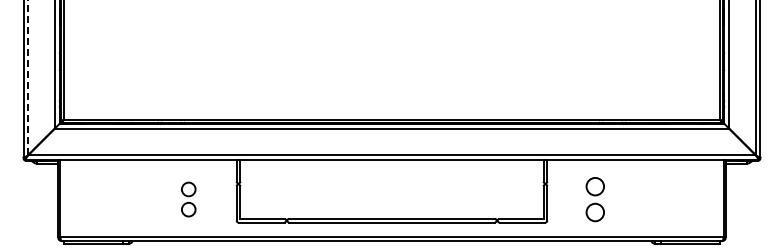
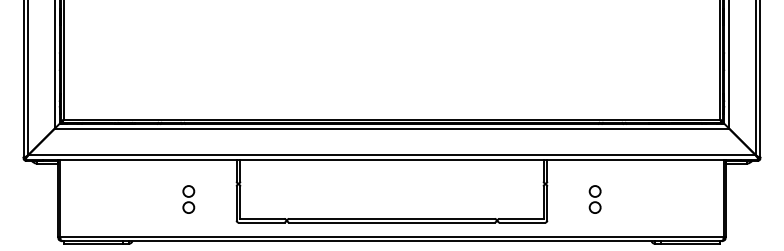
line at (28, 77): dashed -> solid
part at (188, 199) size: 16x37 px -> 14x29 px
part at (594, 199) size: 20x46 px -> 14x29 px
